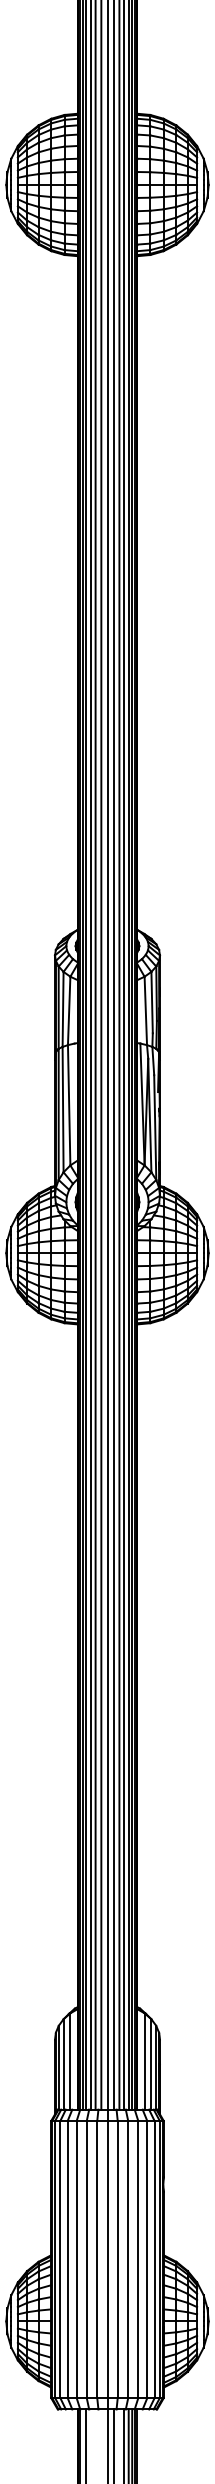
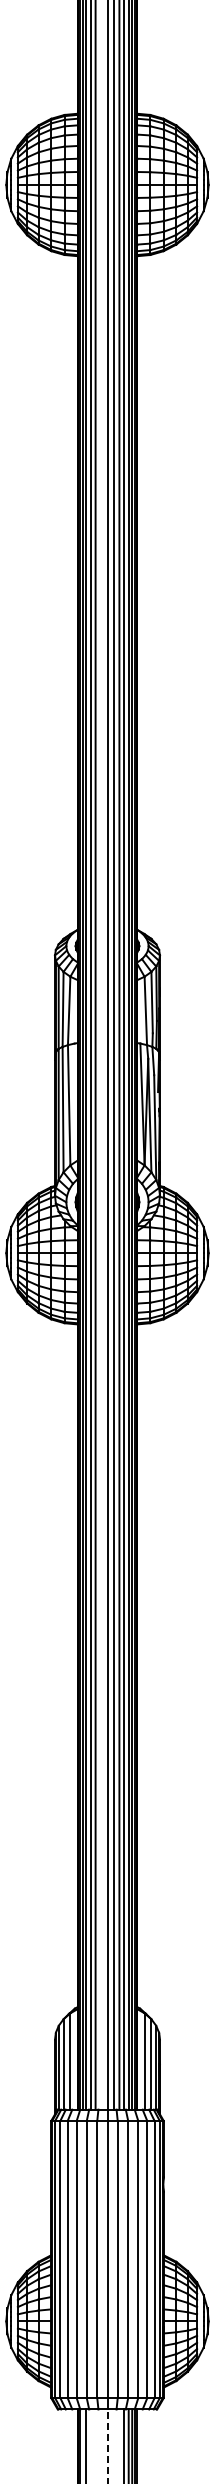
line at (101, 1055): present -> none
line at (113, 2444): present -> none
line at (107, 2446): solid -> dashed
